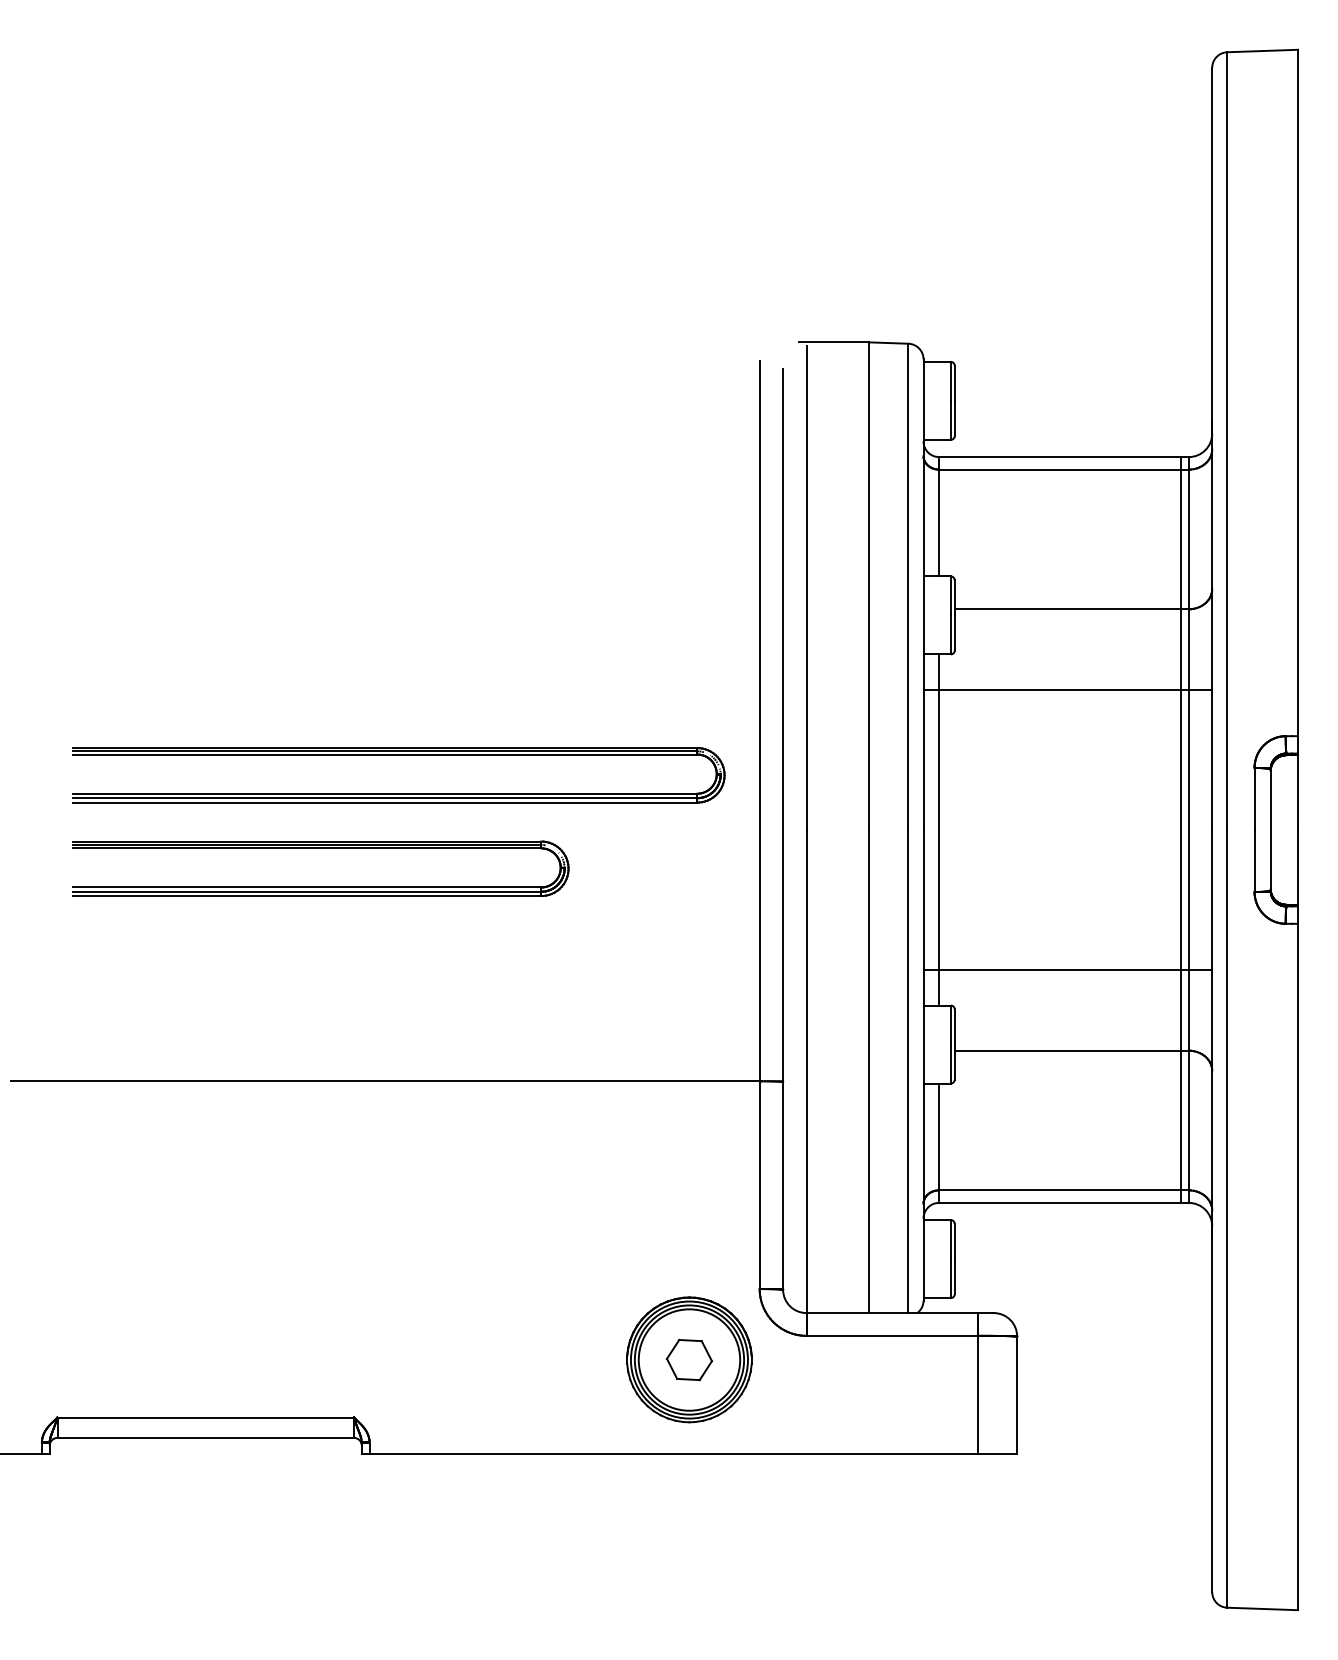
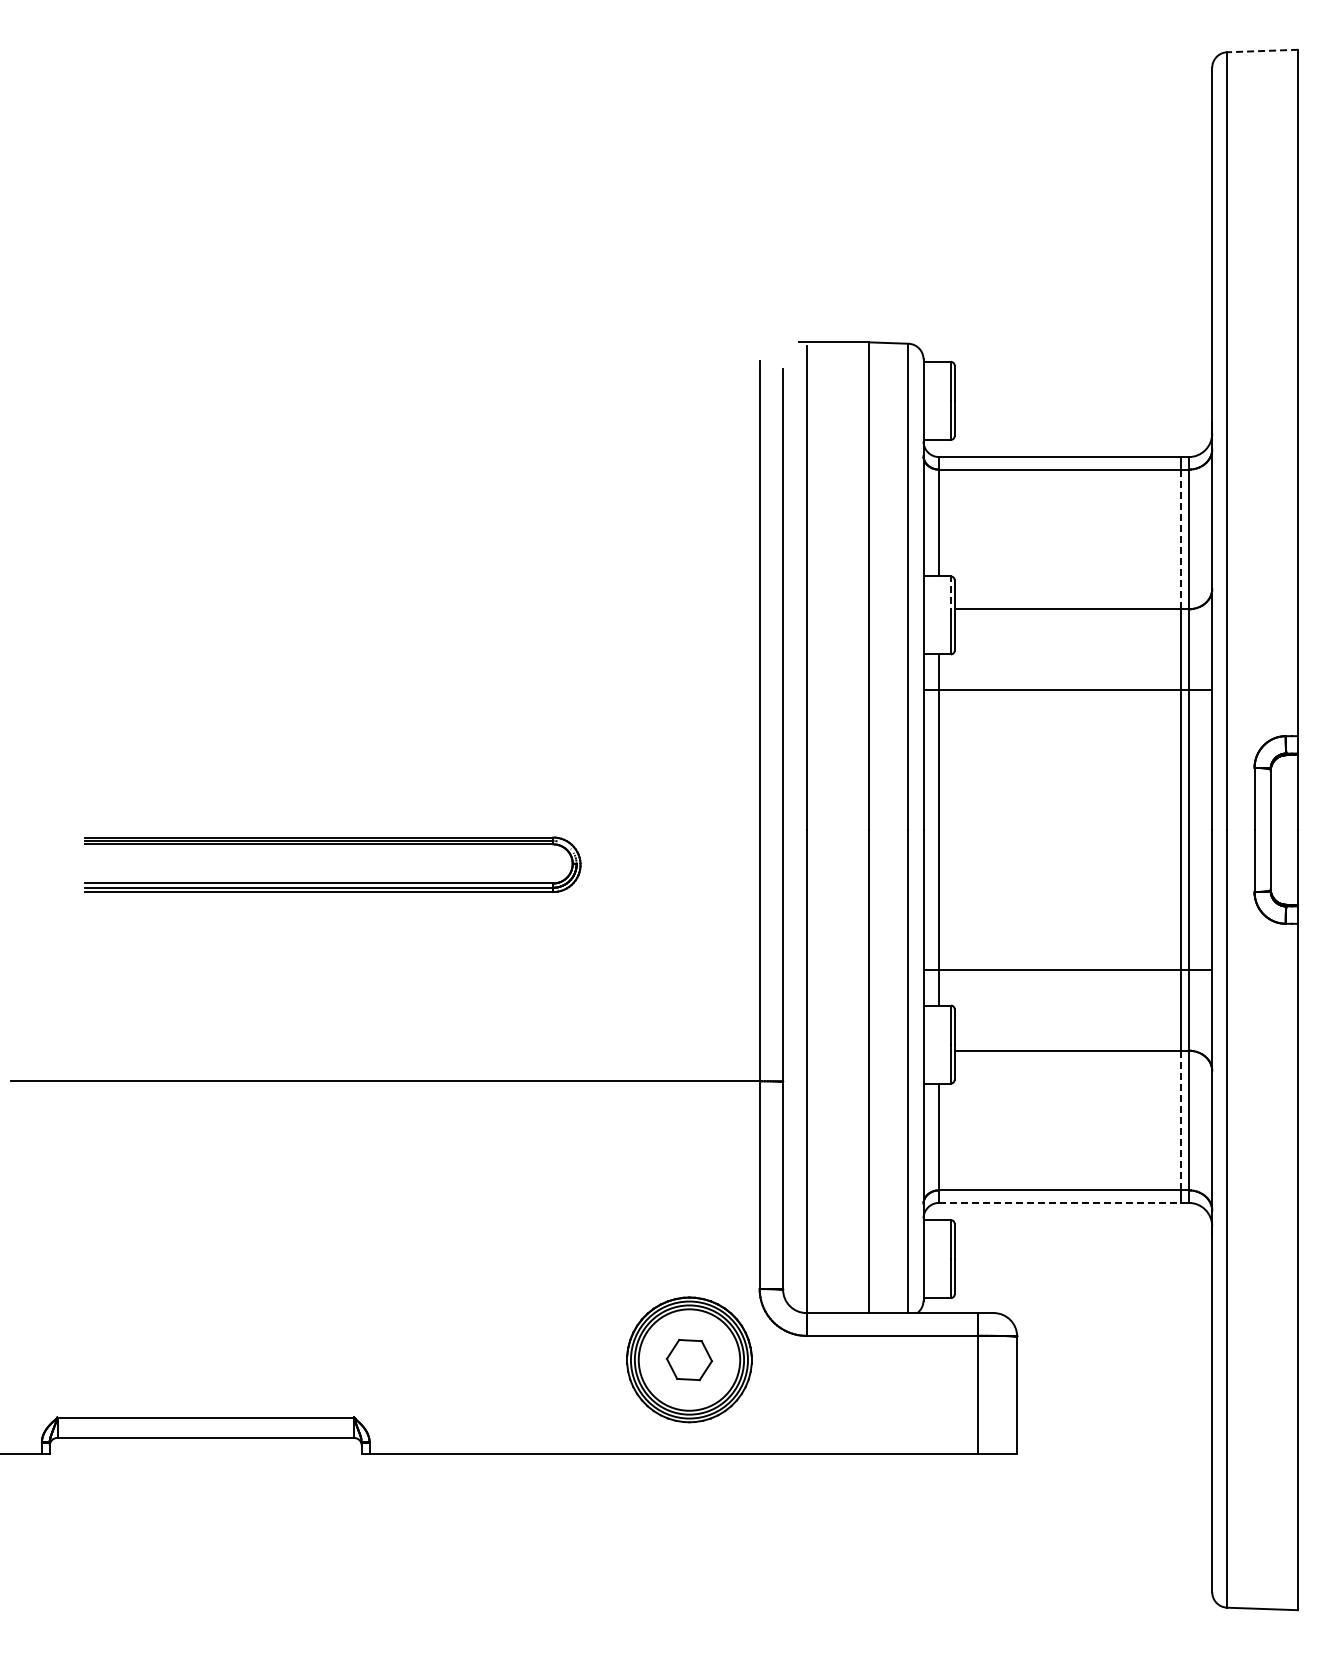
line at (1262, 51): solid -> dashed
line at (1181, 539): solid -> dashed
line at (950, 595): solid -> dashed
part at (398, 793): present -> none
part at (320, 886) position: (320, 886) -> (332, 882)
line at (1181, 1120): solid -> dashed
line at (1060, 1202): solid -> dashed
